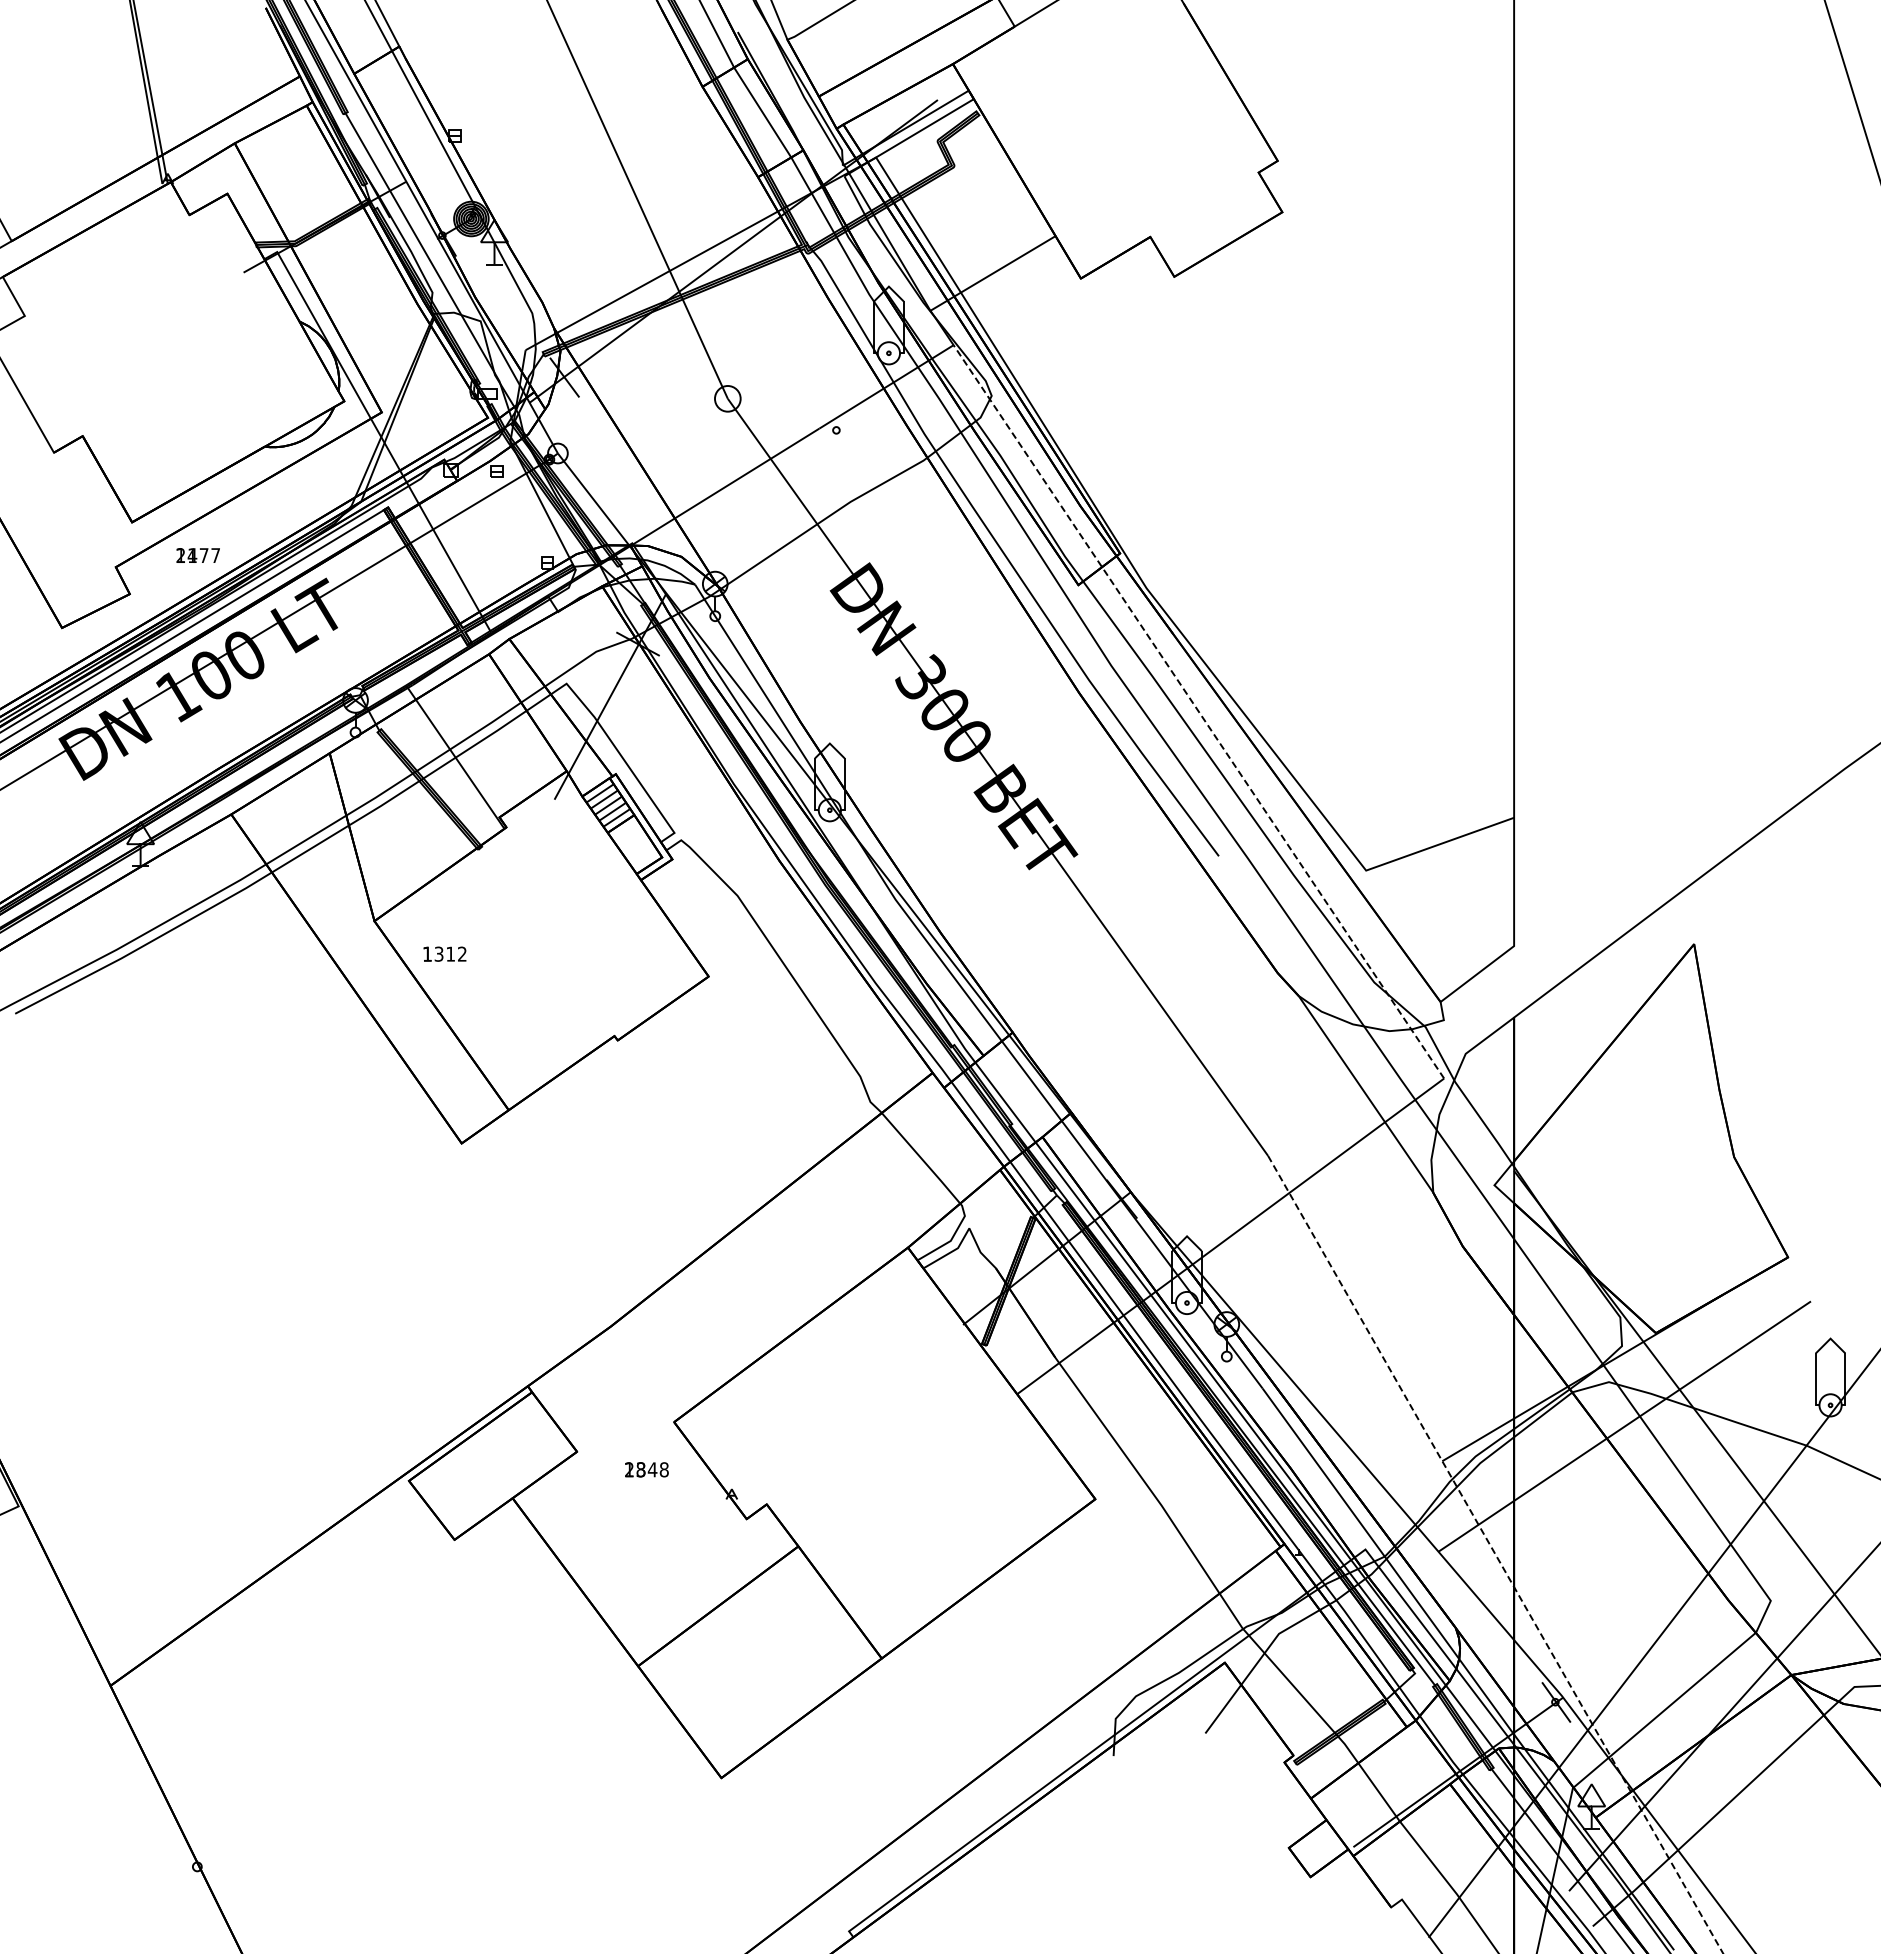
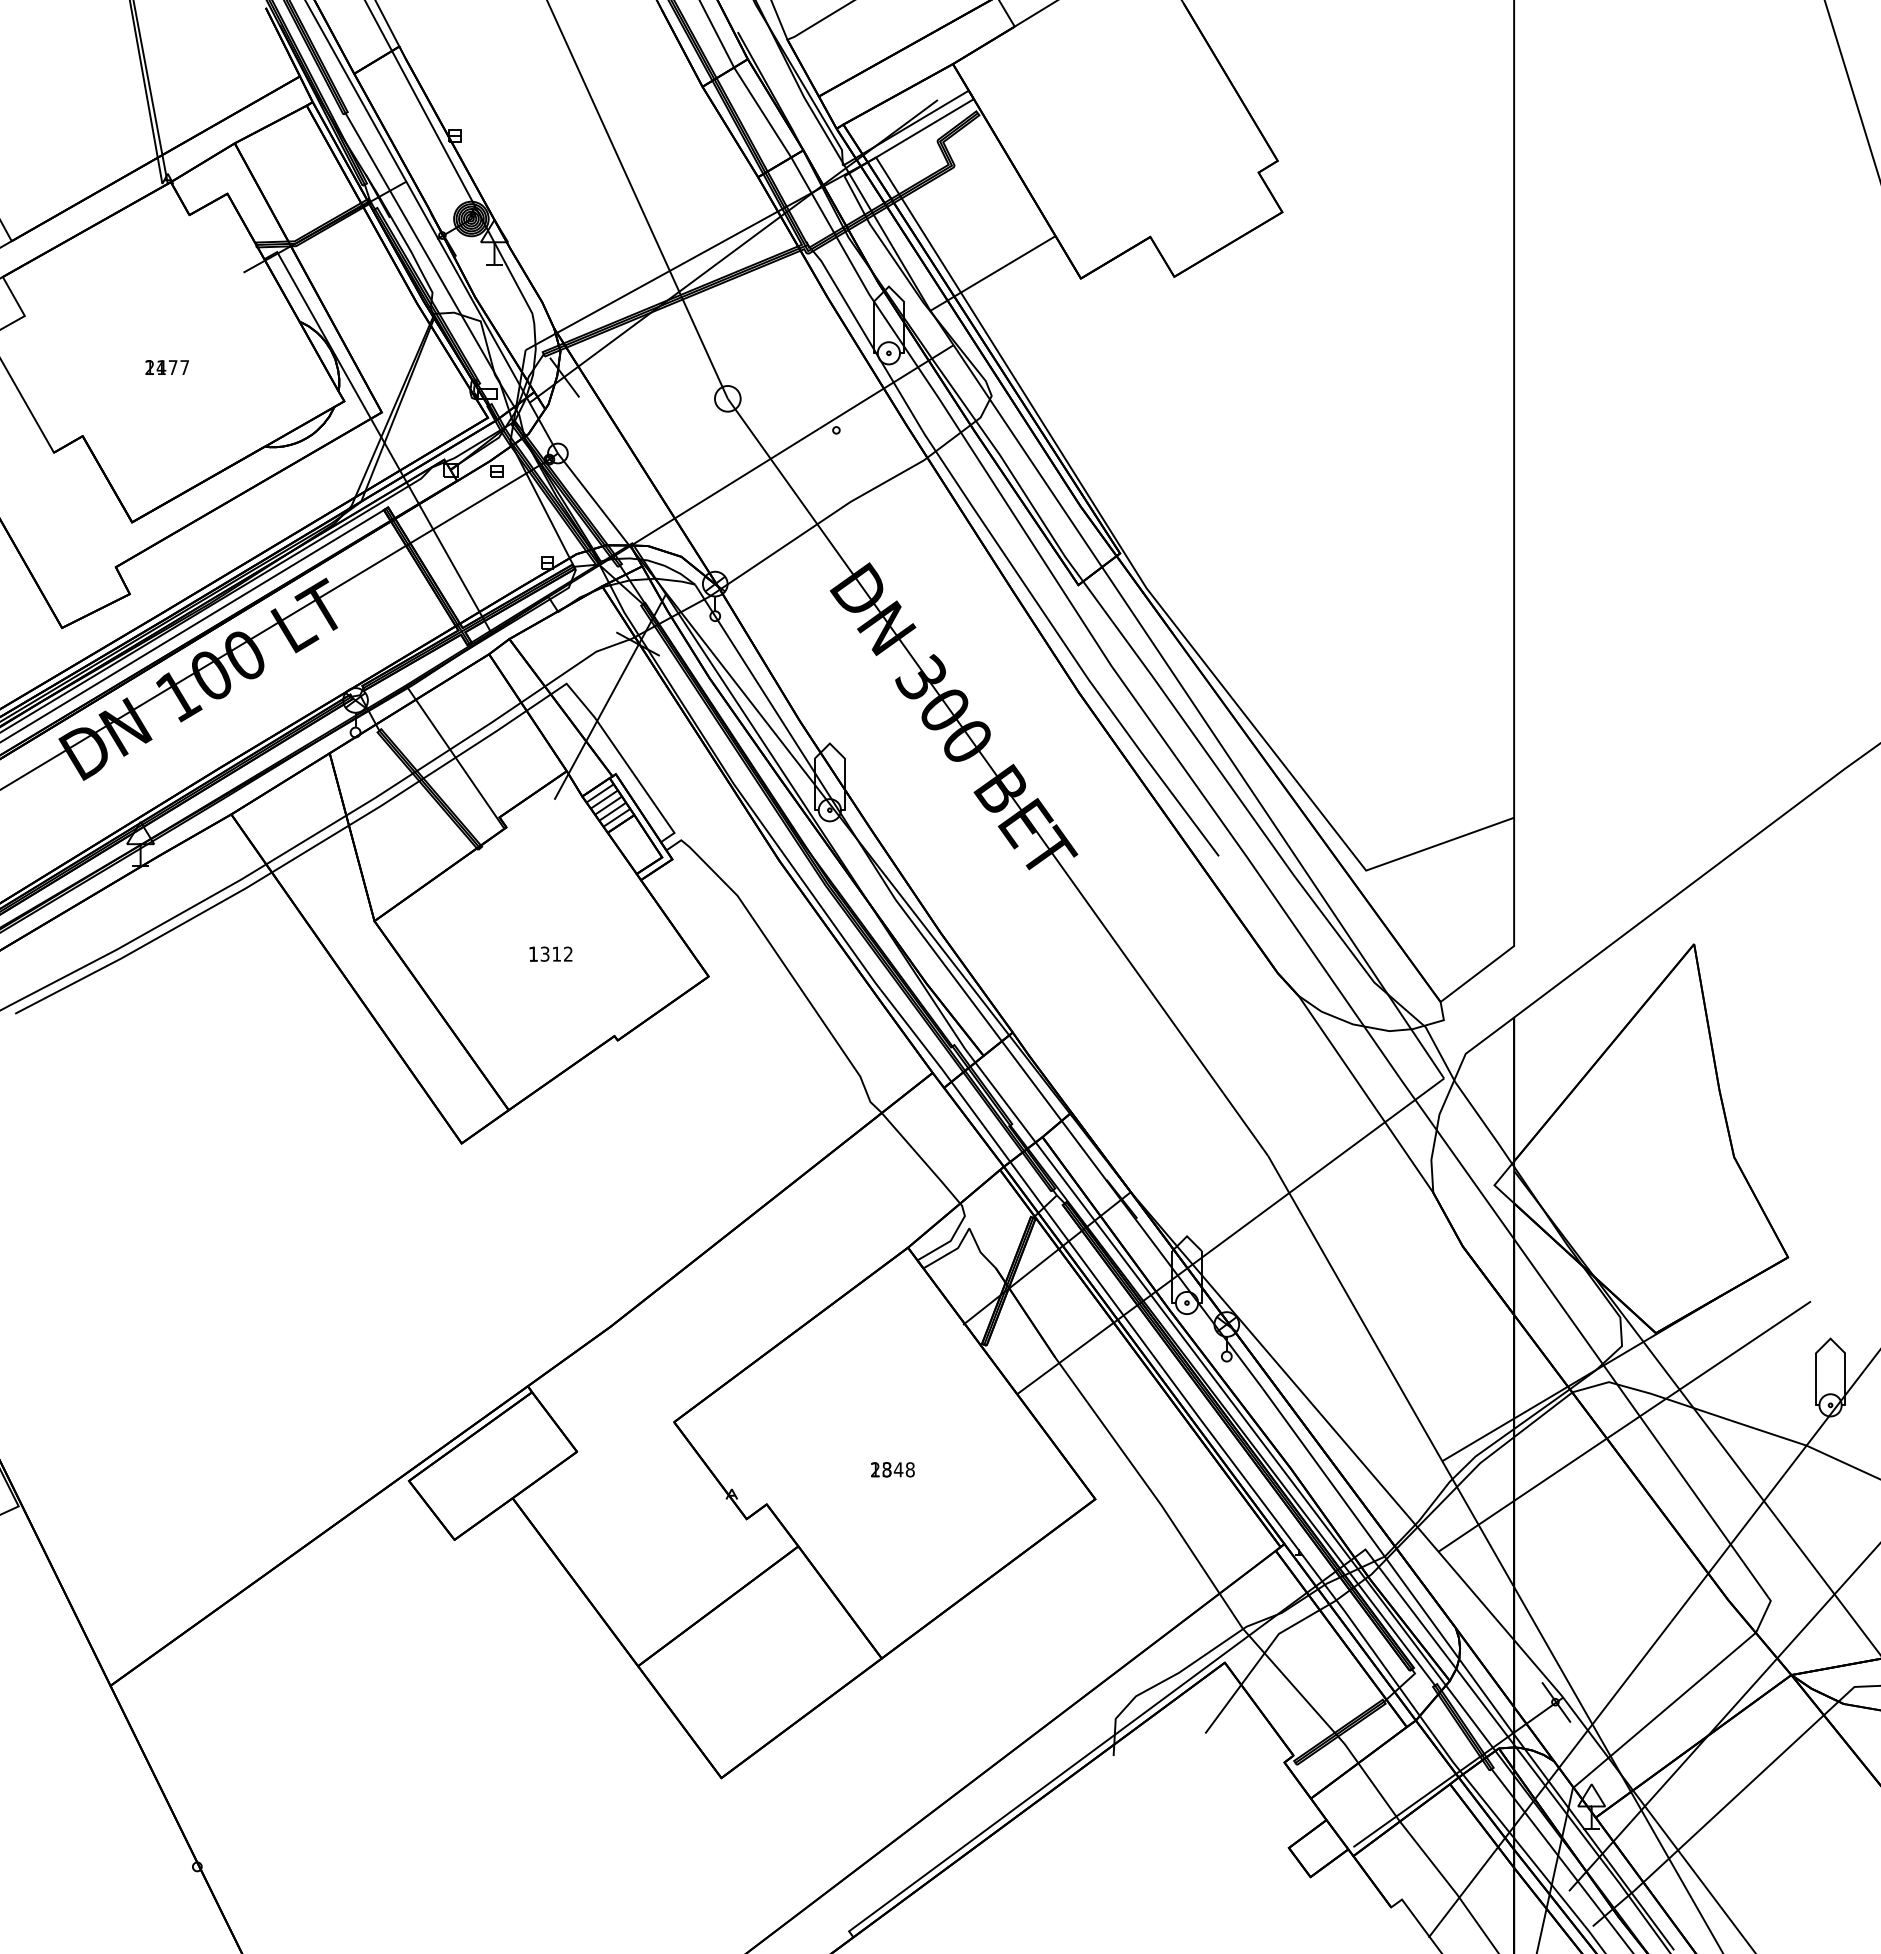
text at (197, 555) position: (197, 555) -> (166, 367)
line at (1198, 711): dashed -> solid
text at (444, 953) position: (444, 953) -> (550, 953)
text at (646, 1469) position: (646, 1469) -> (892, 1469)
line at (1495, 1555): dashed -> solid
